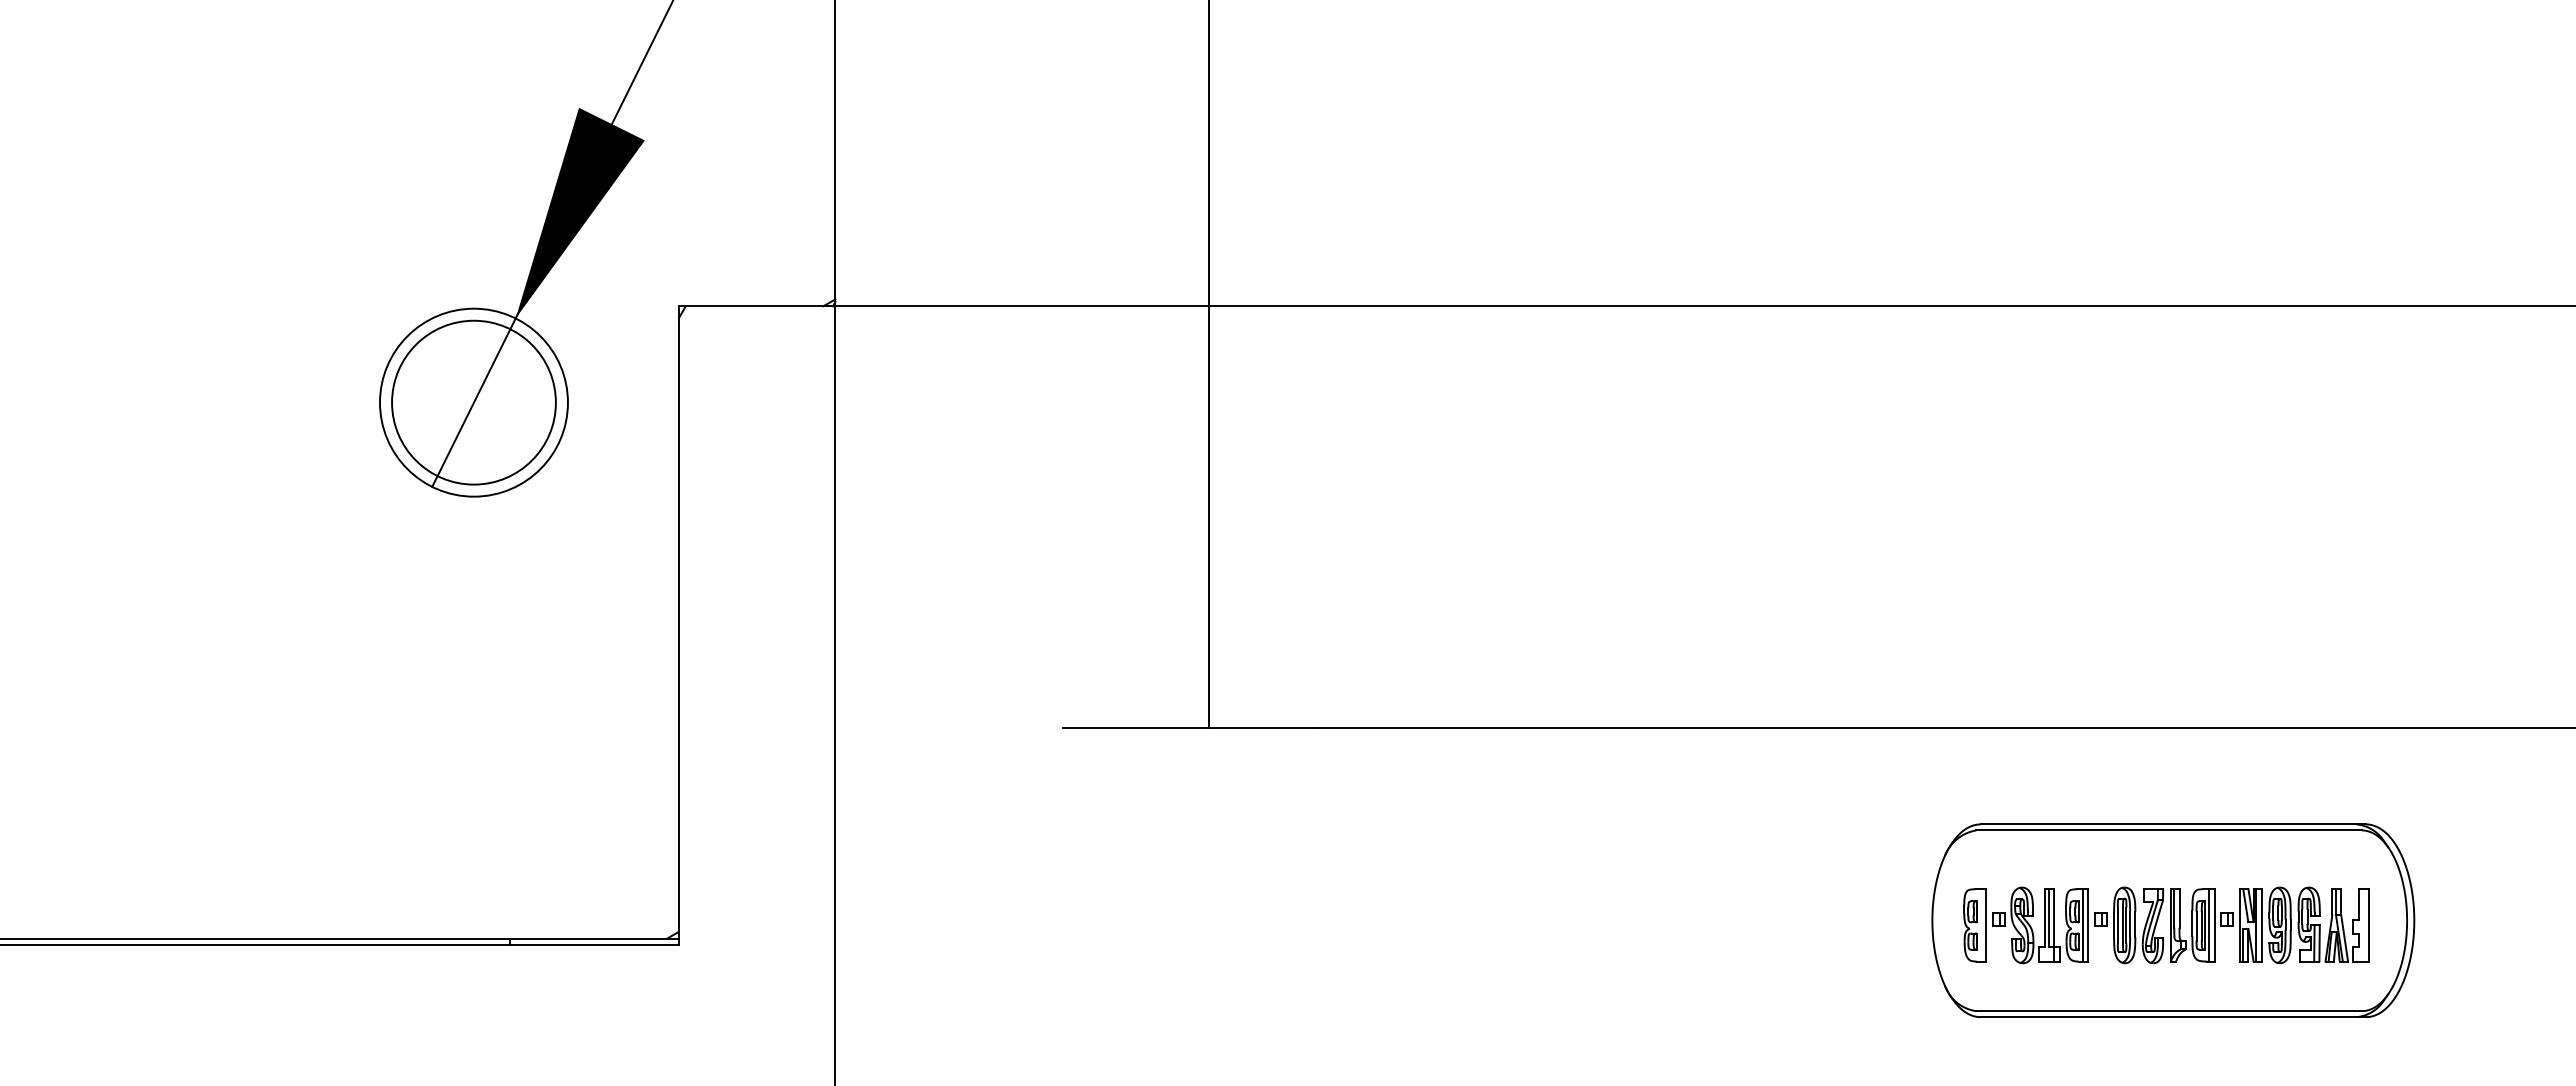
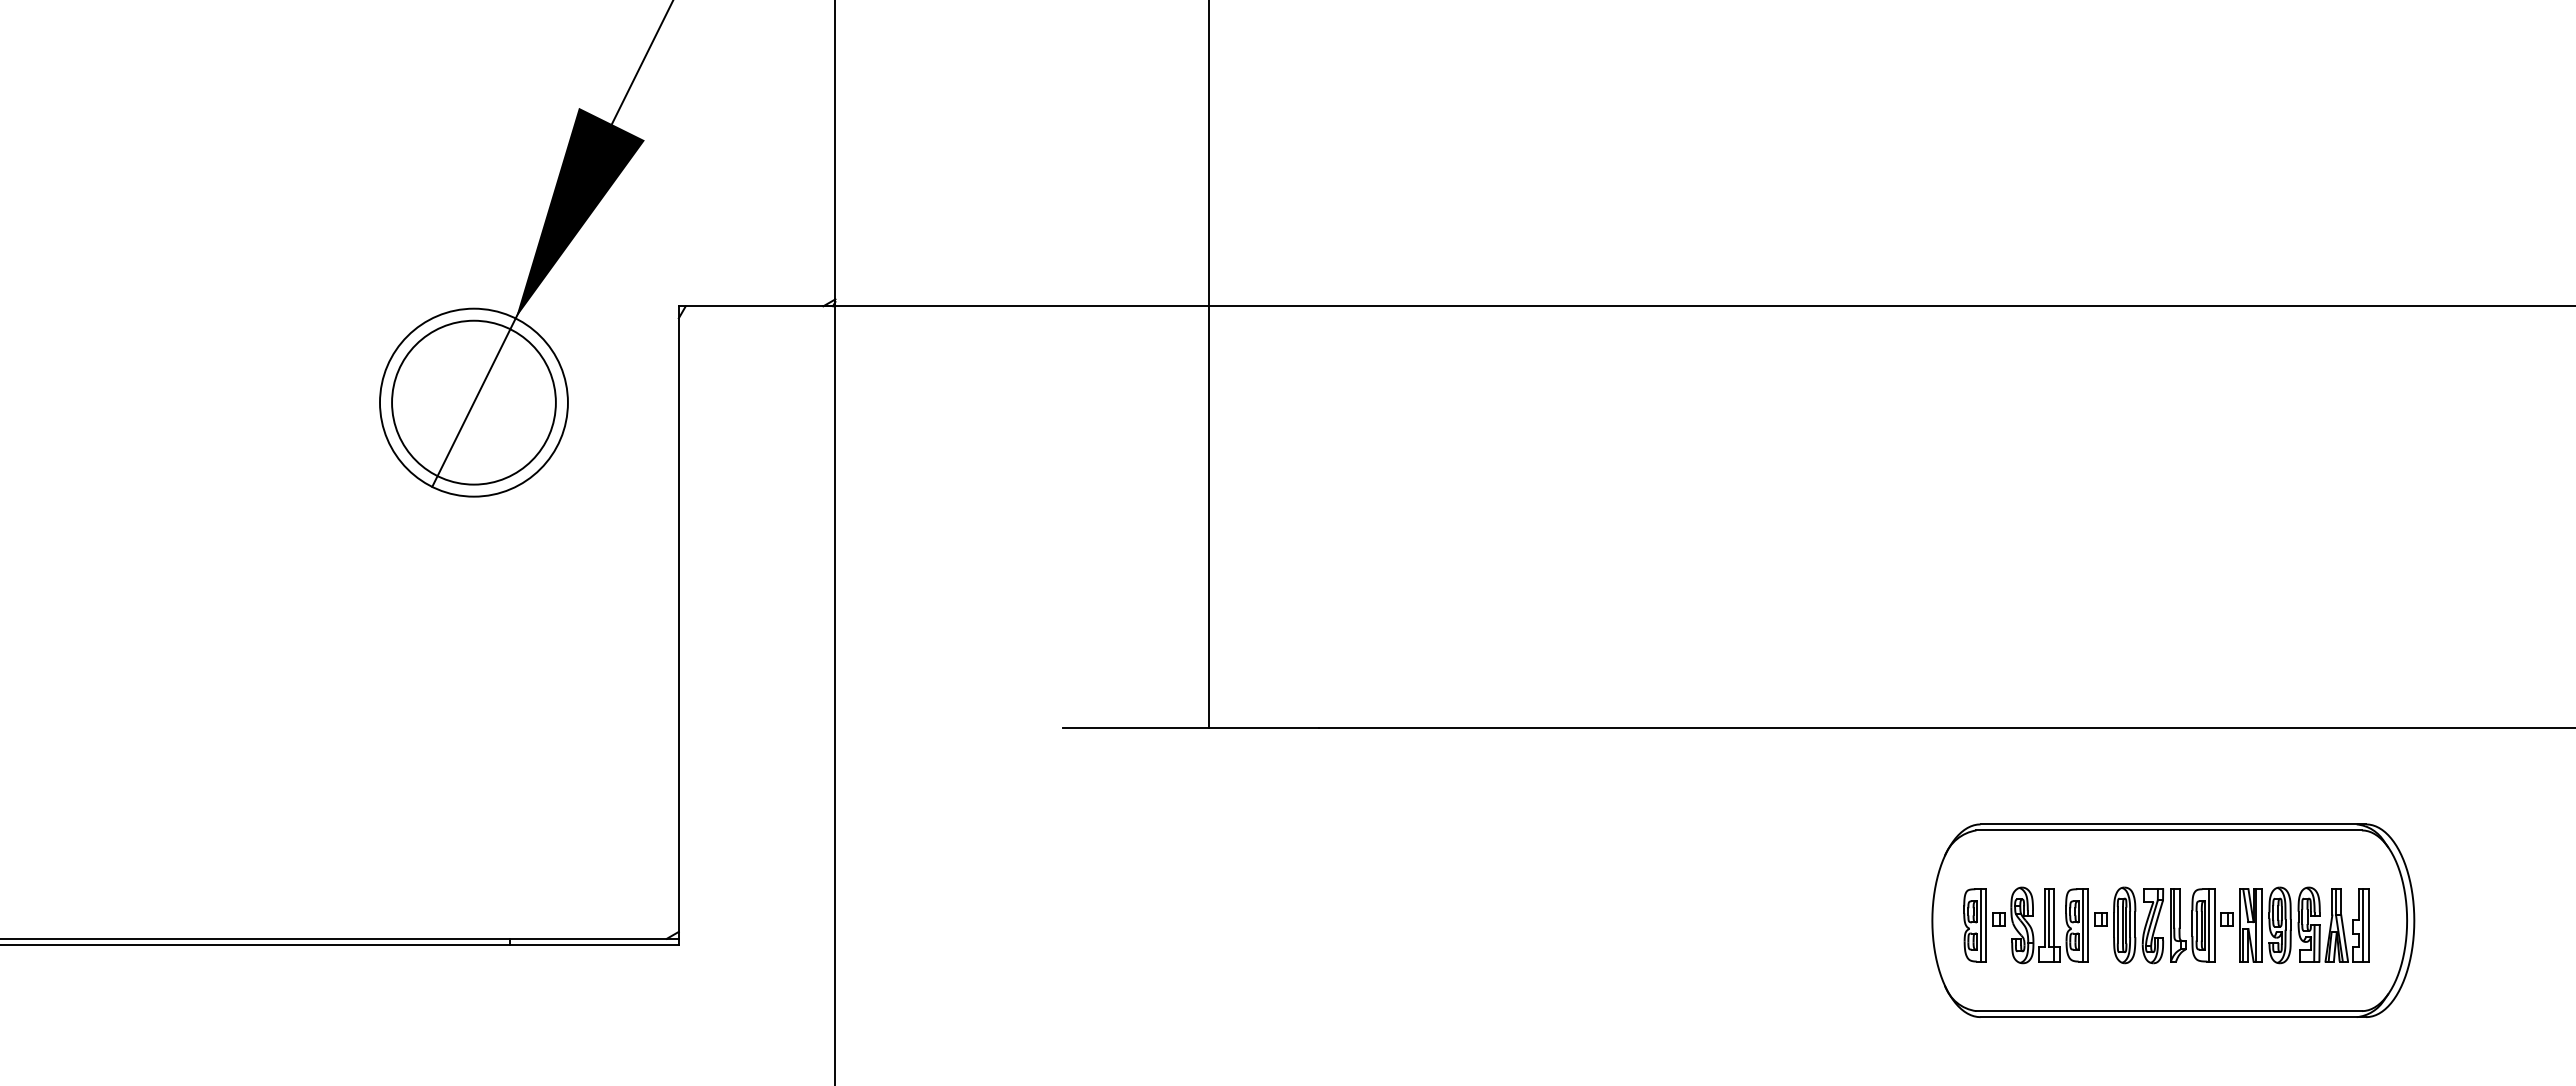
line at (1981, 925): none -> present
line at (2363, 925): none -> present
